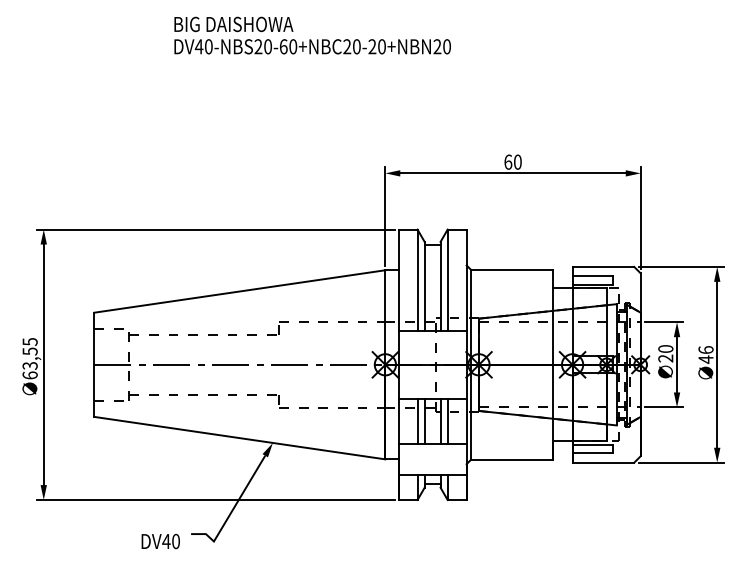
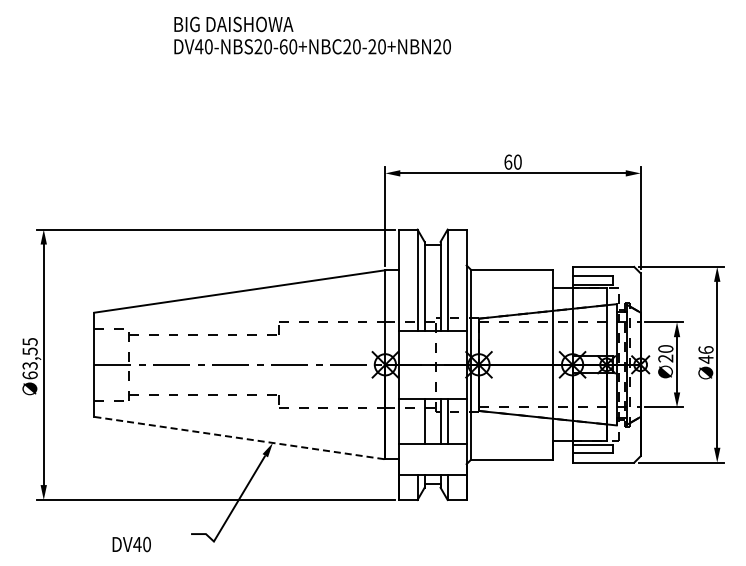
line at (417, 421): present -> none
line at (240, 438): solid -> dashed
text at (160, 541) position: (160, 541) -> (131, 544)
